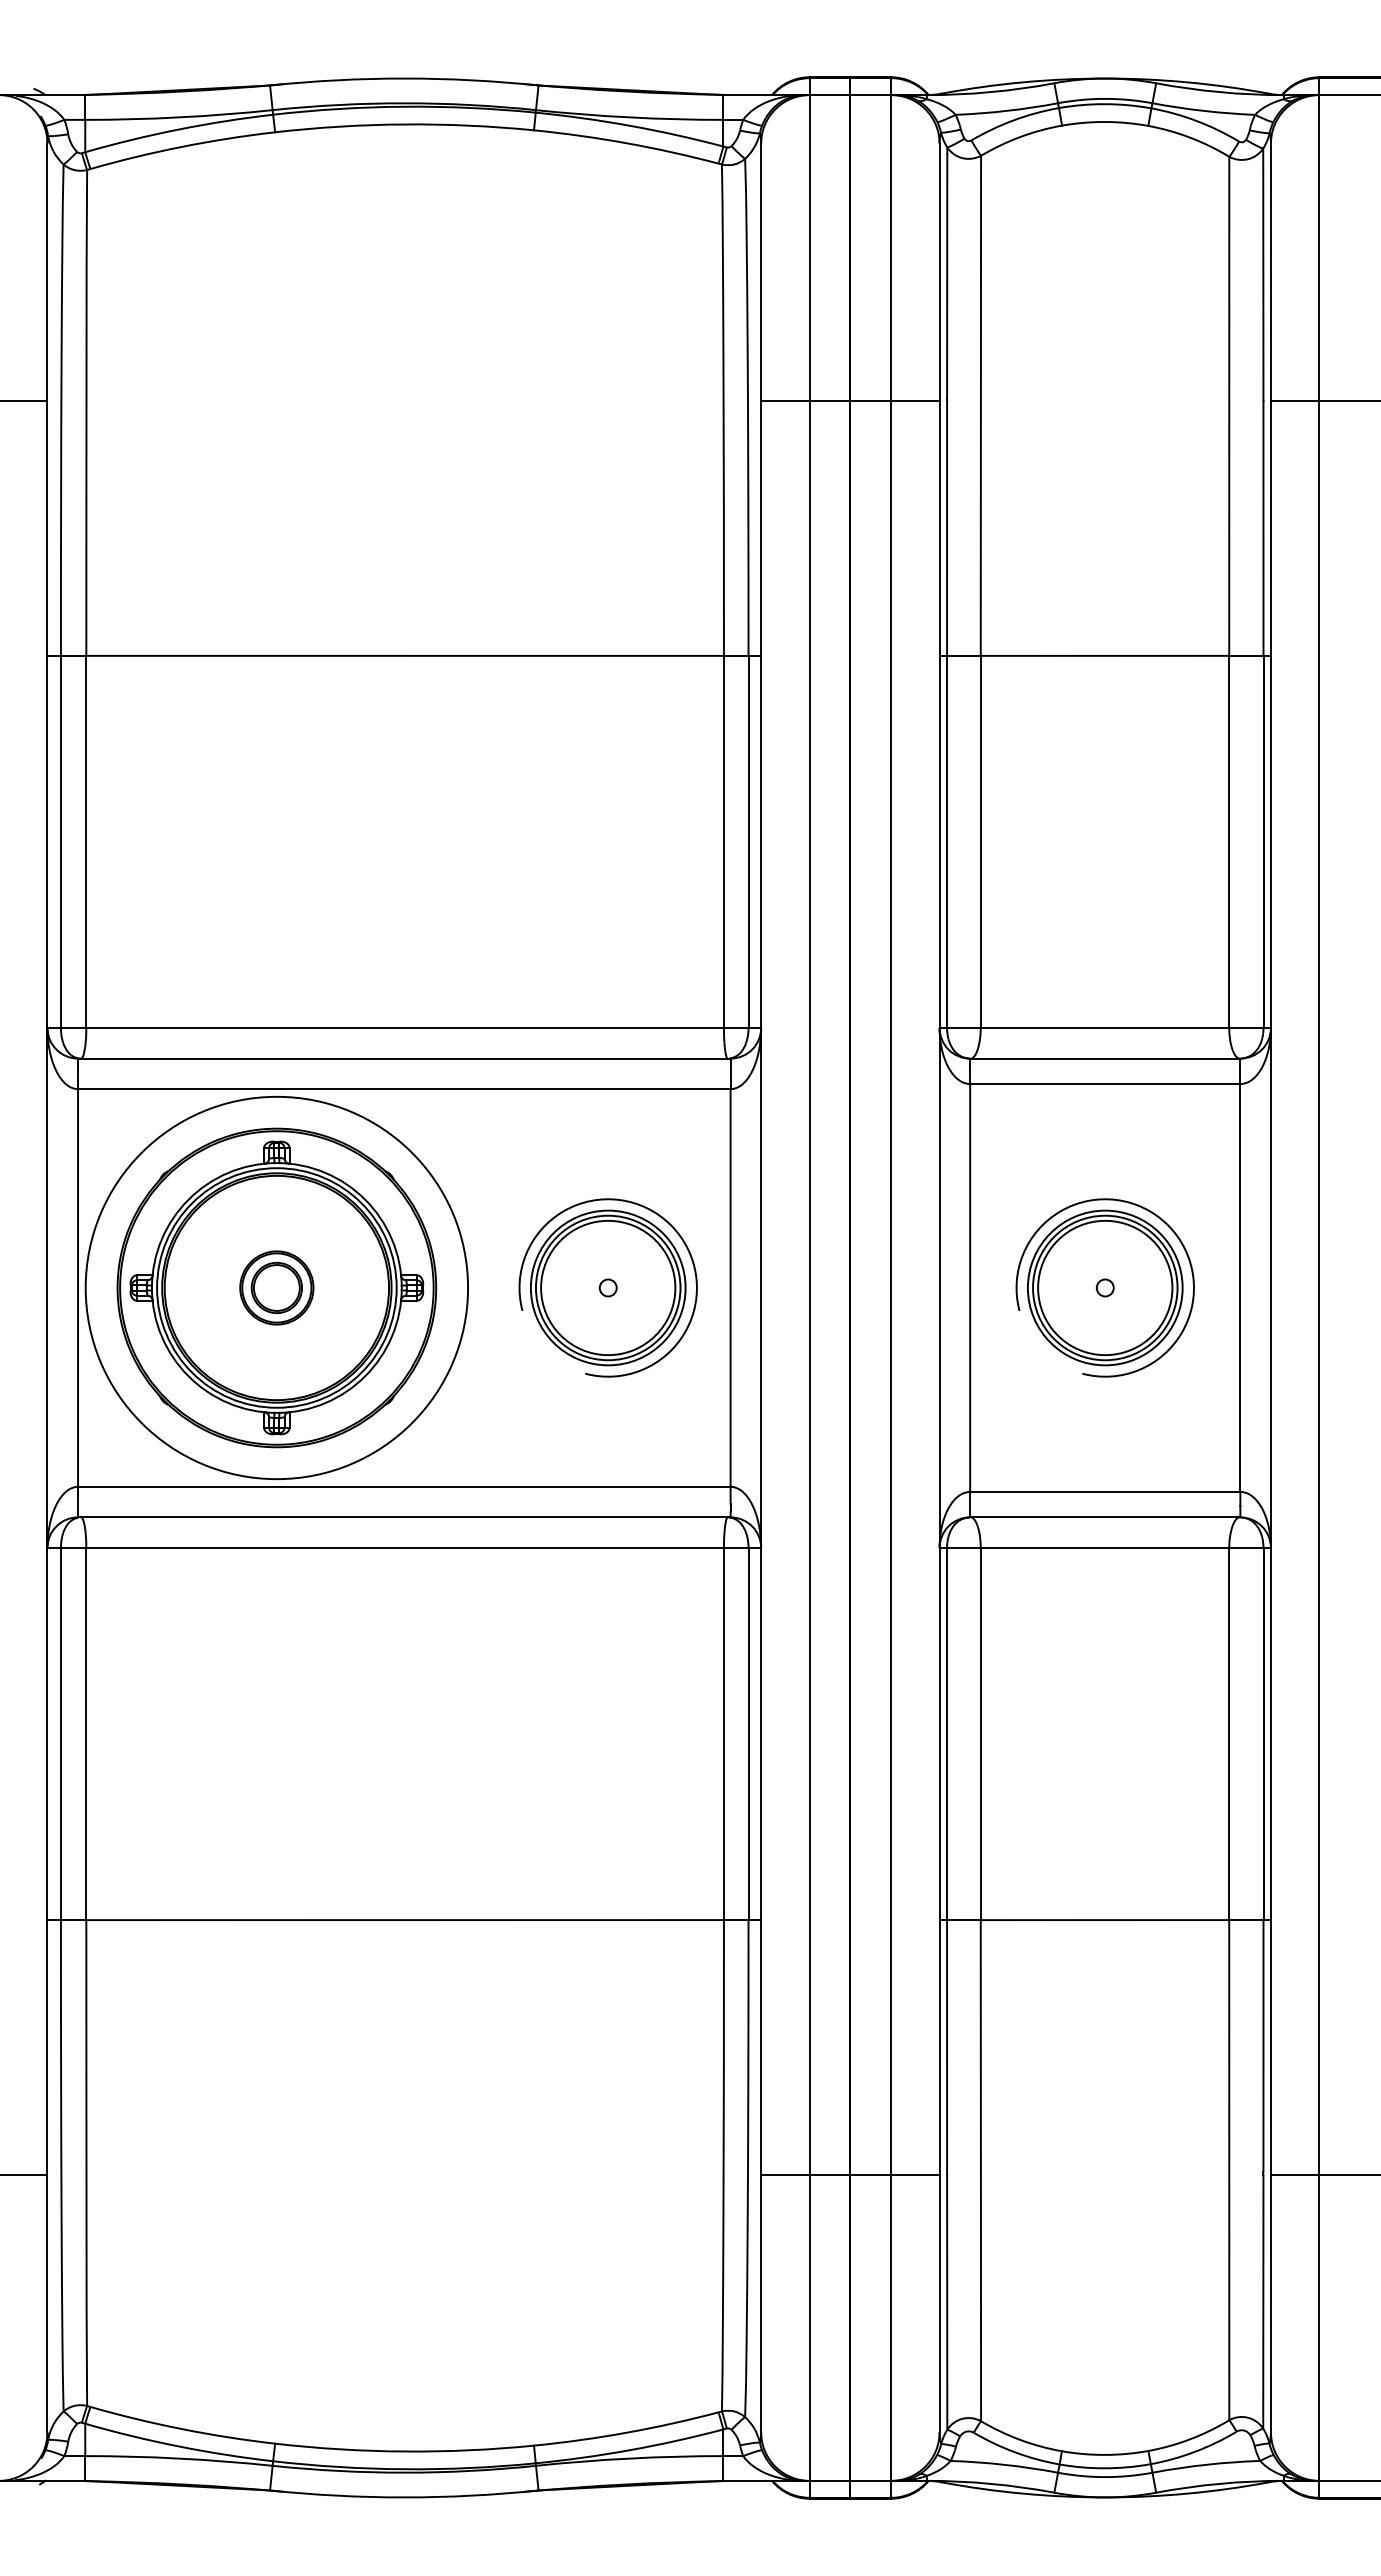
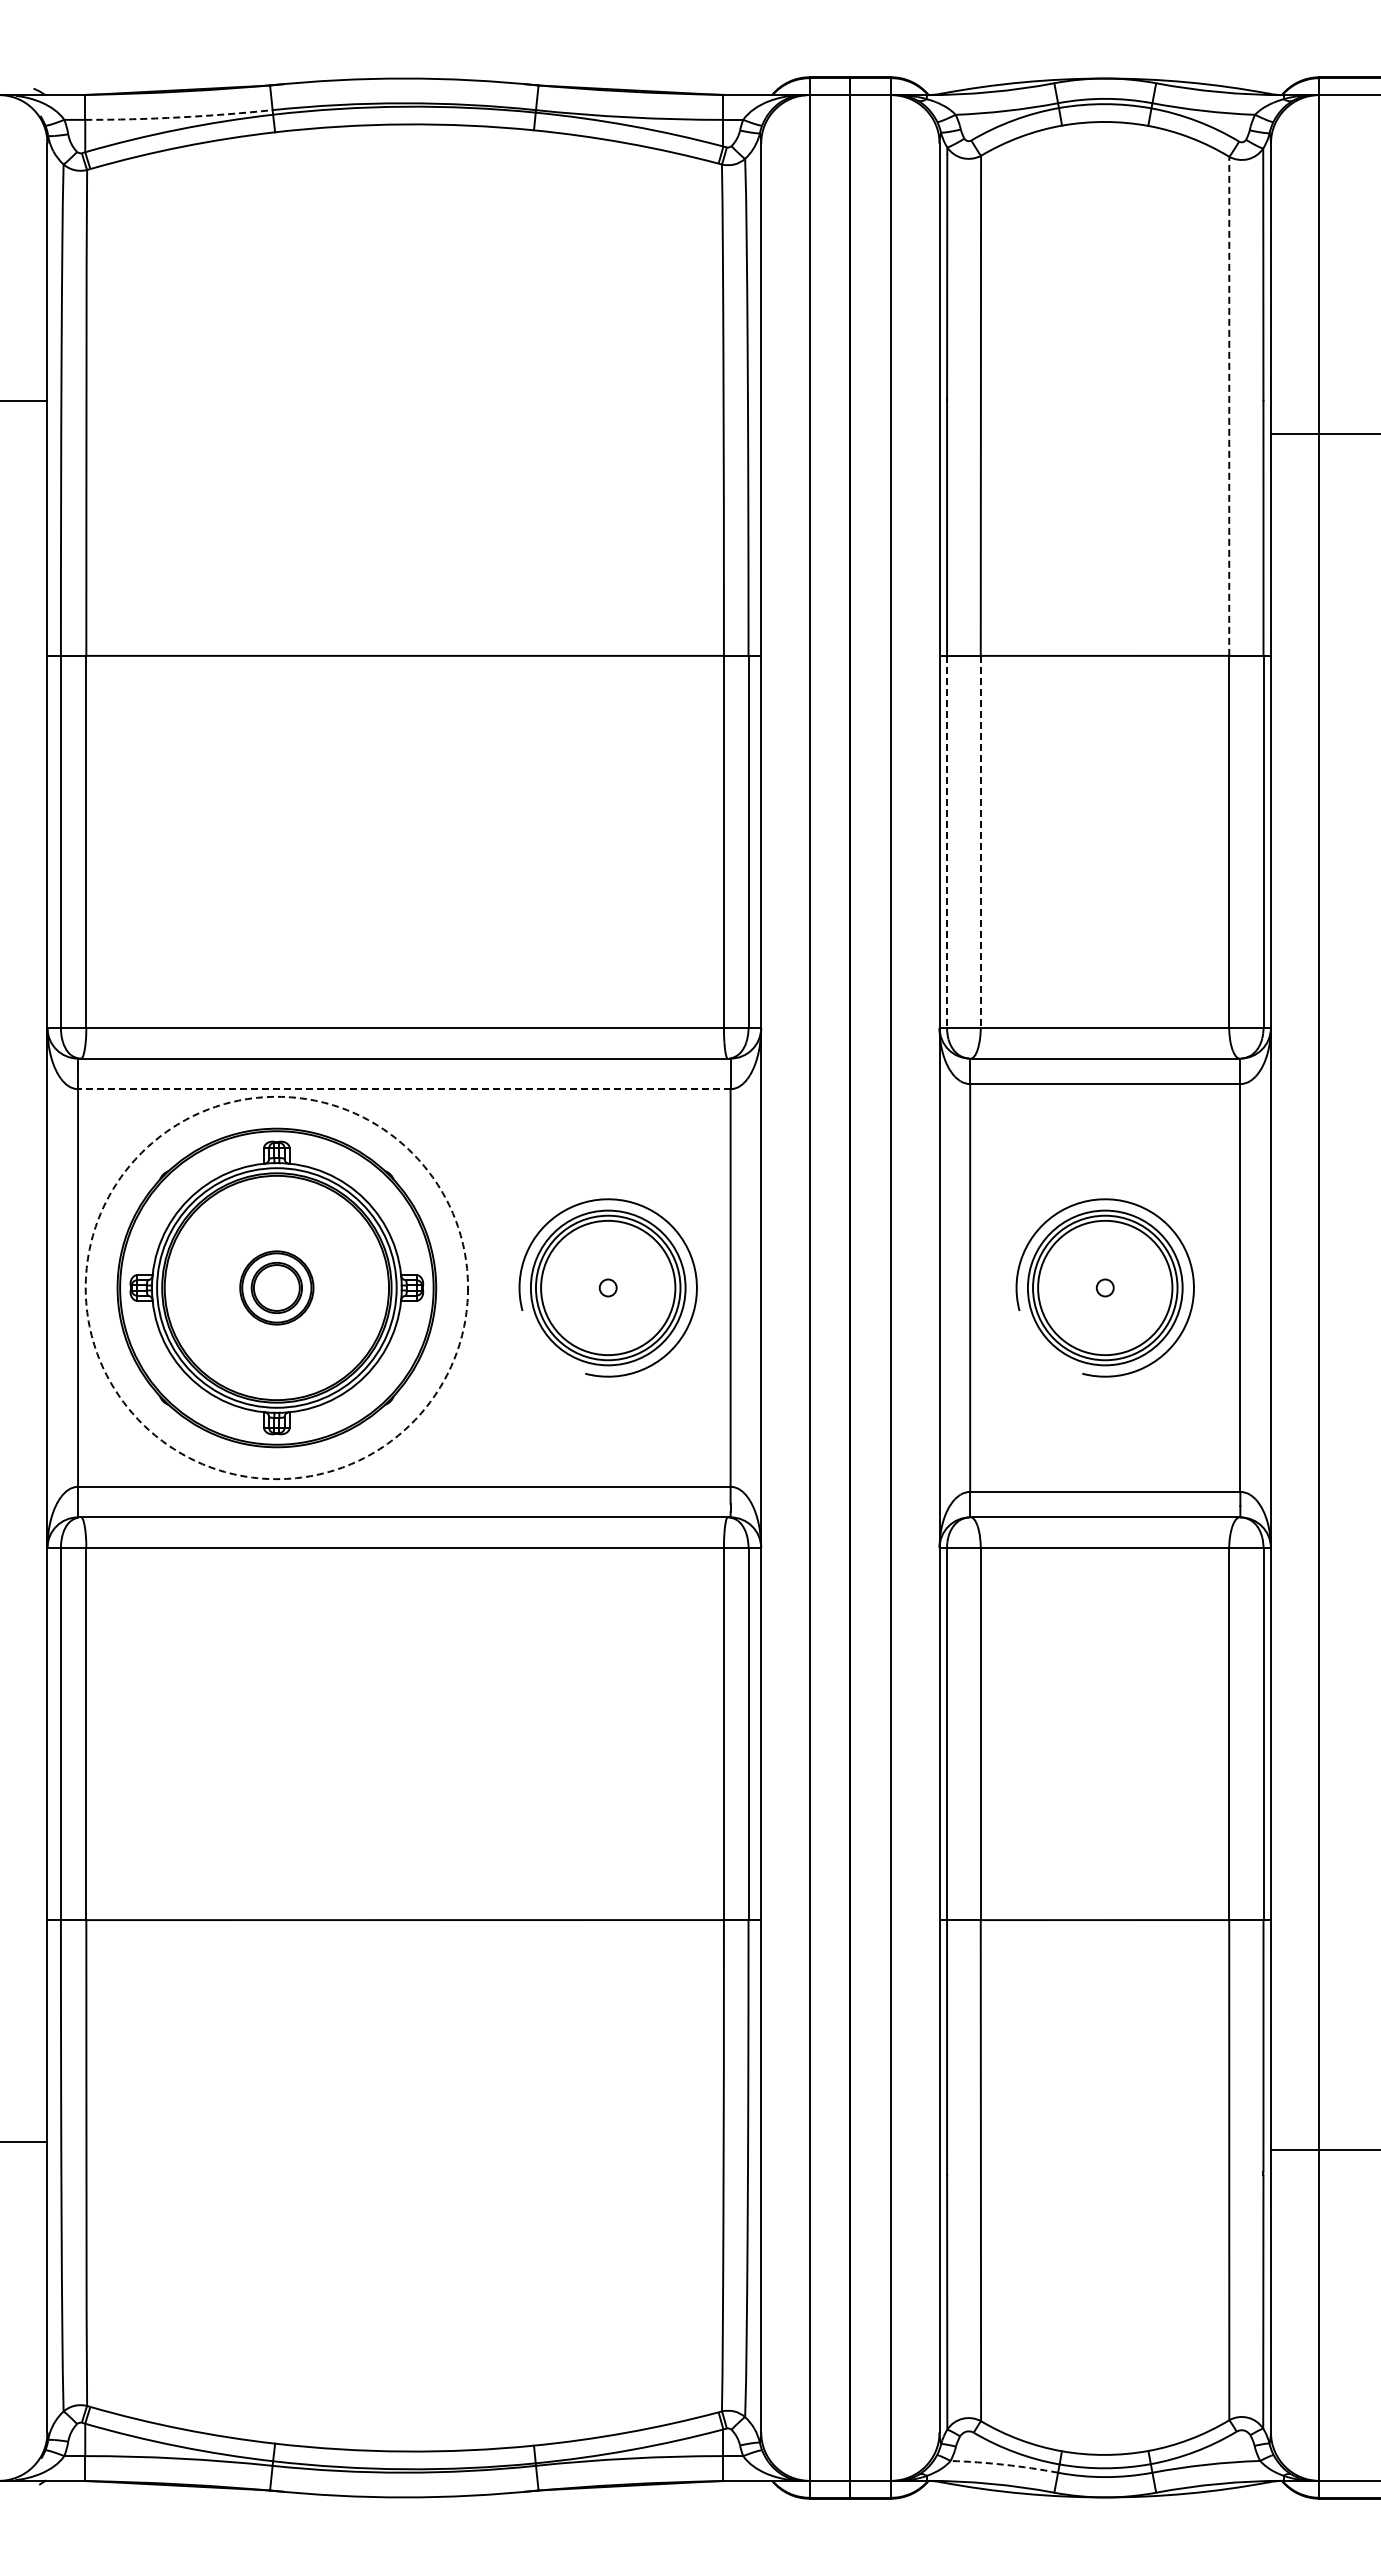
arc at (179, 117): solid -> dashed
line at (850, 400): present -> none
line at (1323, 400) position: (1323, 400) -> (1323, 433)
line at (1229, 406): solid -> dashed
line at (947, 842): solid -> dashed
line at (980, 842): solid -> dashed
line at (403, 1089): solid -> dashed
circle at (276, 1287): solid -> dashed
line at (24, 2175) position: (24, 2175) -> (24, 2142)
line at (850, 2175): present -> none
line at (1323, 2175) position: (1323, 2175) -> (1323, 2150)
arc at (1004, 2464): solid -> dashed
